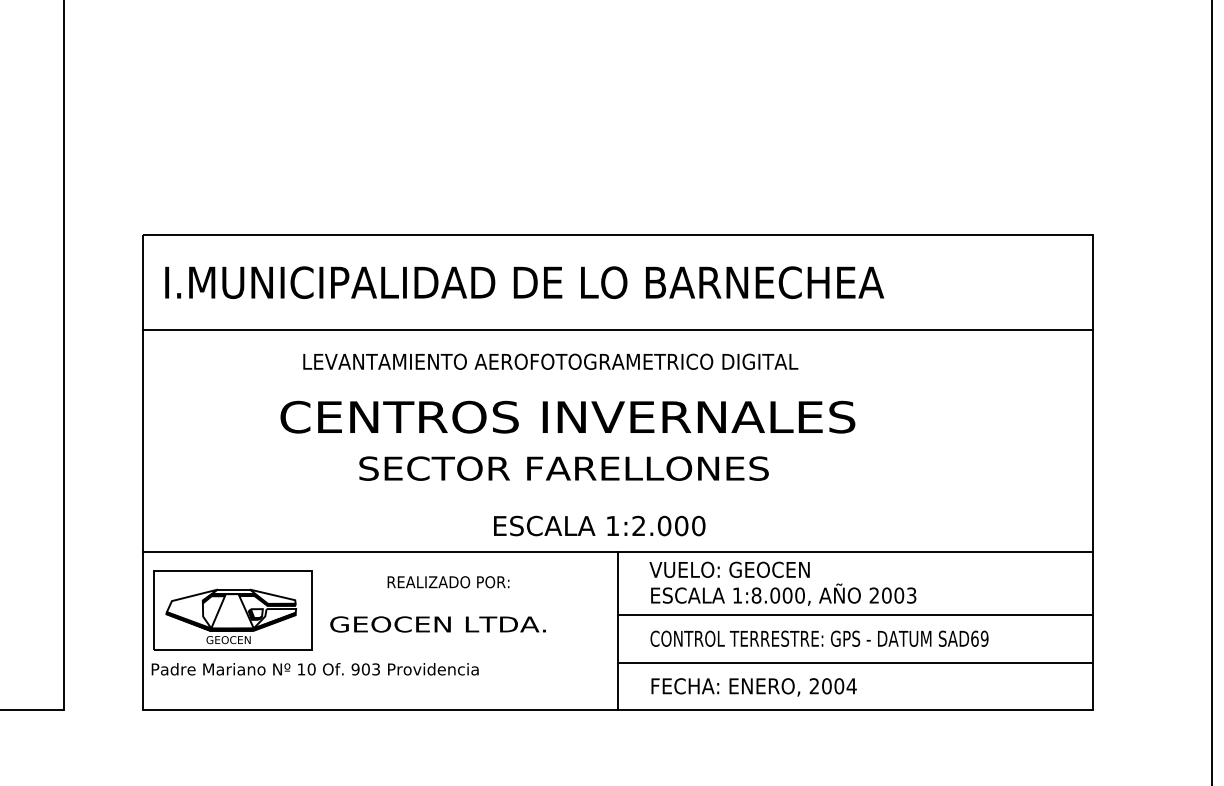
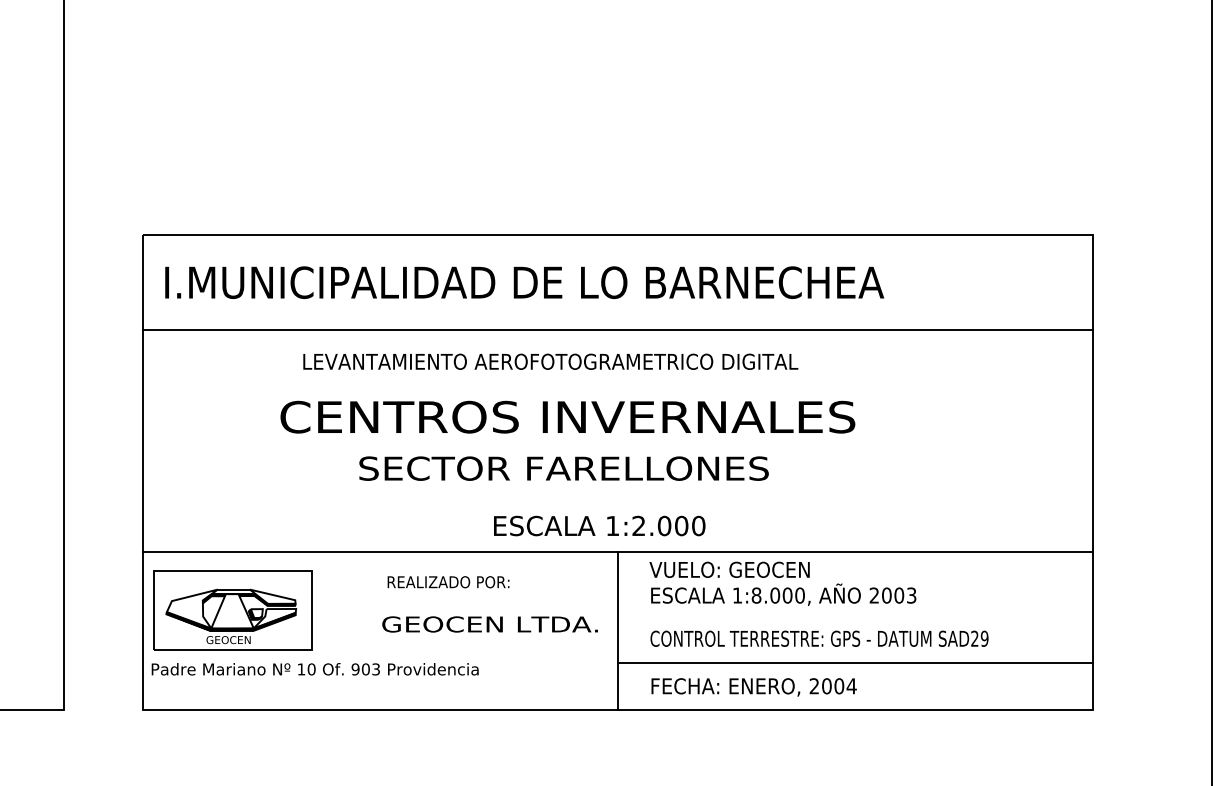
line at (854, 615): present -> none
text at (437, 624) position: (437, 624) -> (489, 624)
text at (974, 638): SAD69 -> SAD29
